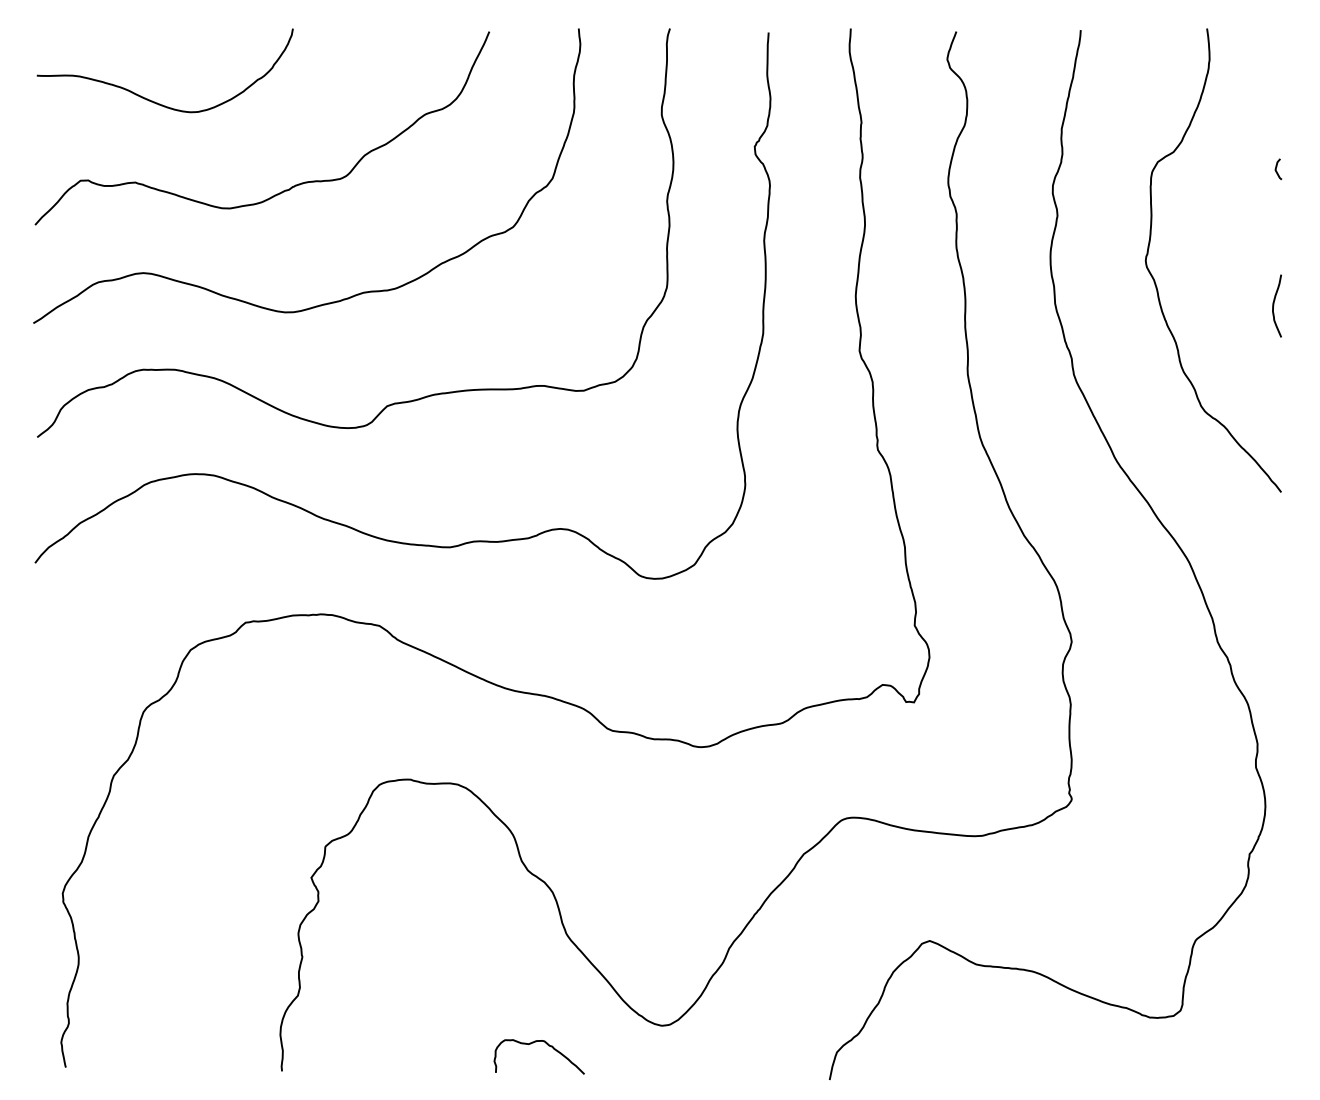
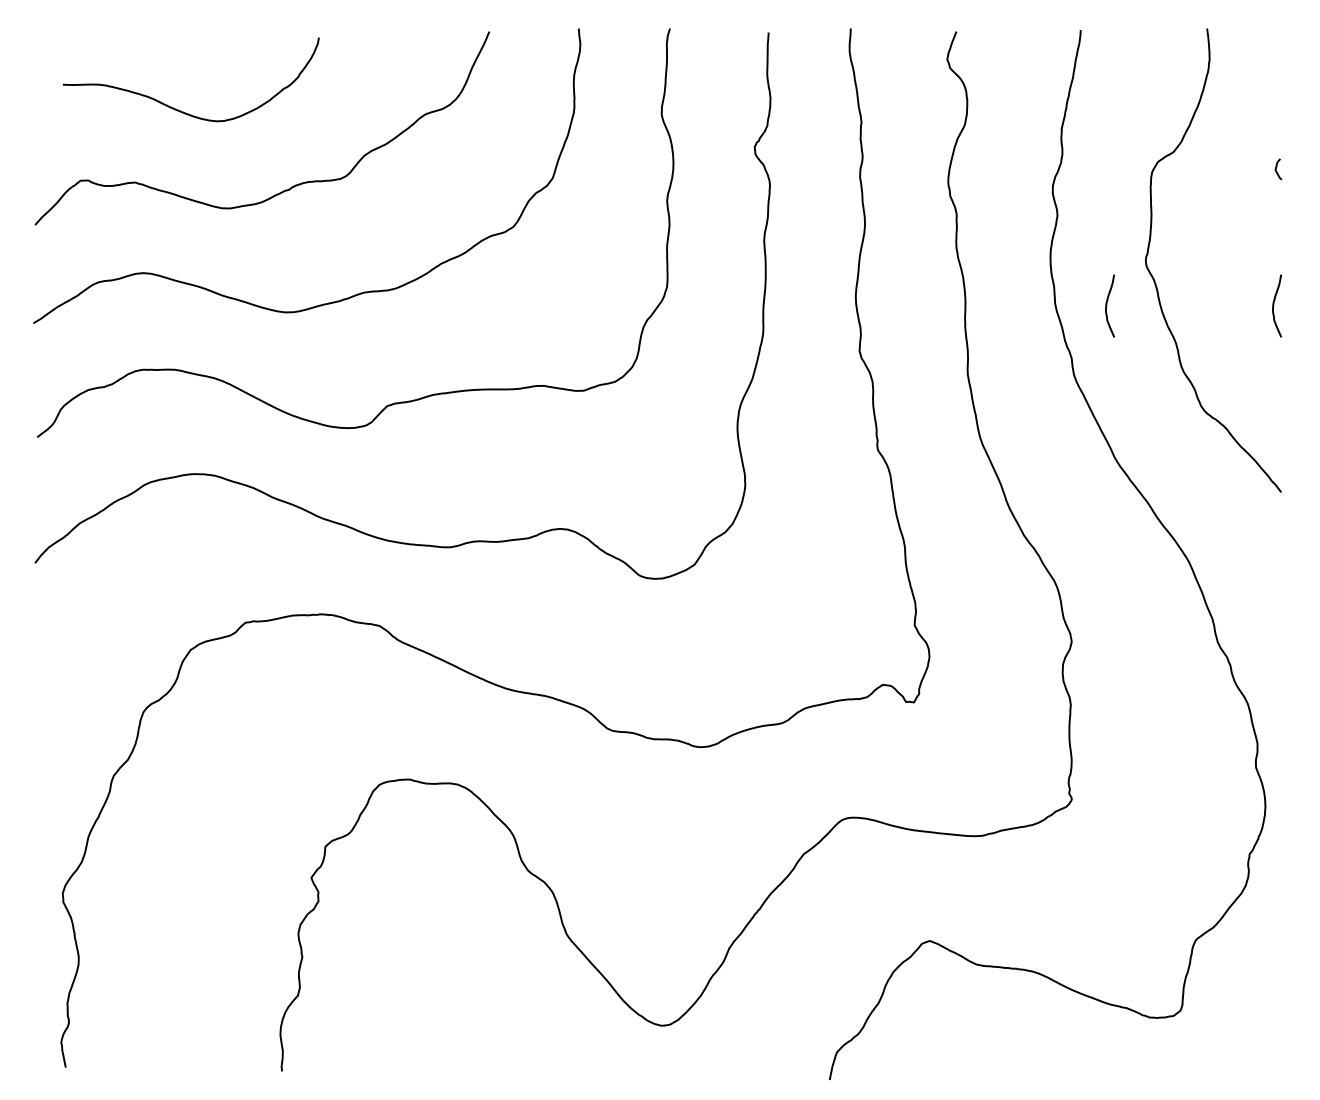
curve at (150, 99) position: (150, 99) -> (176, 108)
curve at (1107, 305): none -> present
curve at (531, 1044): present -> none
